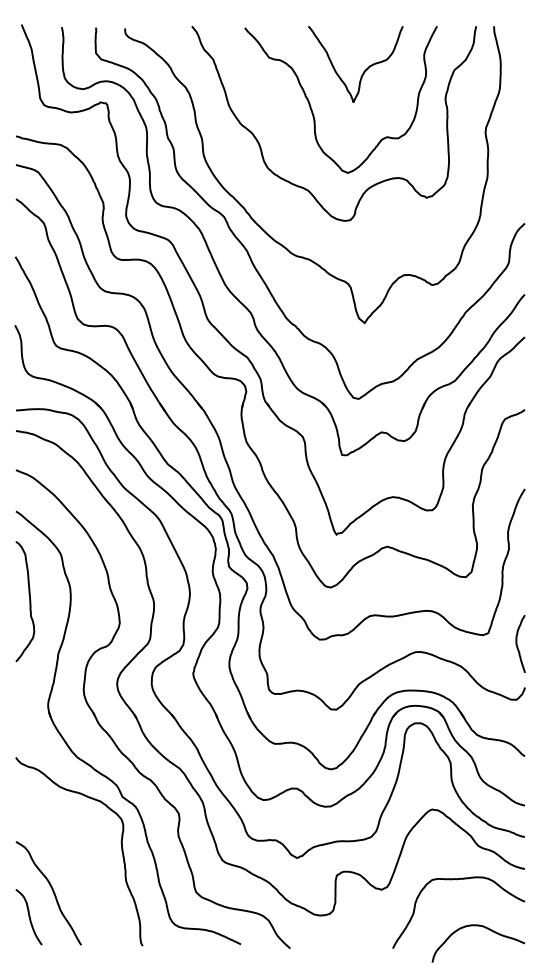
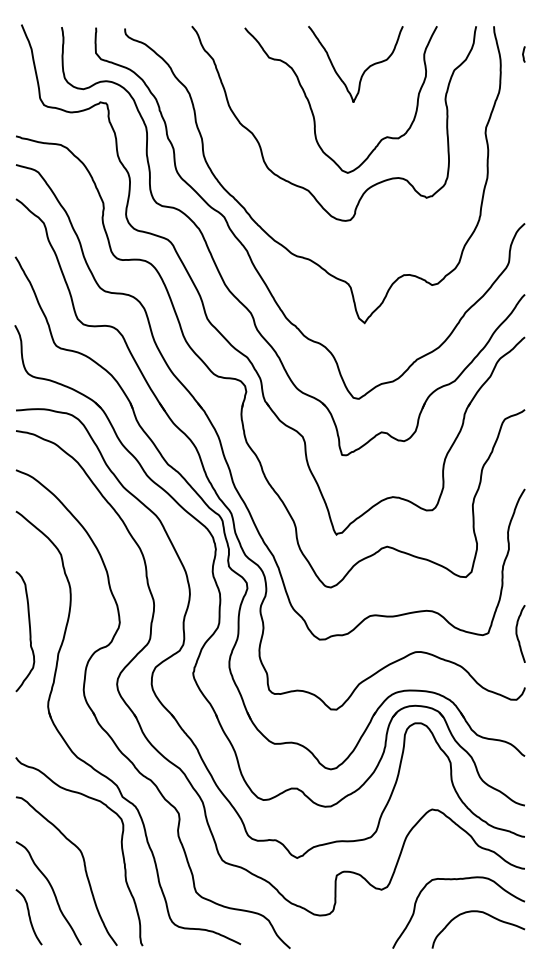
line at (523, 54): none -> present
curve at (29, 601) position: (29, 601) -> (29, 631)
curve at (517, 643) position: (517, 643) -> (517, 633)
curve at (84, 870): none -> present
curve at (482, 927) position: (482, 927) -> (482, 913)
